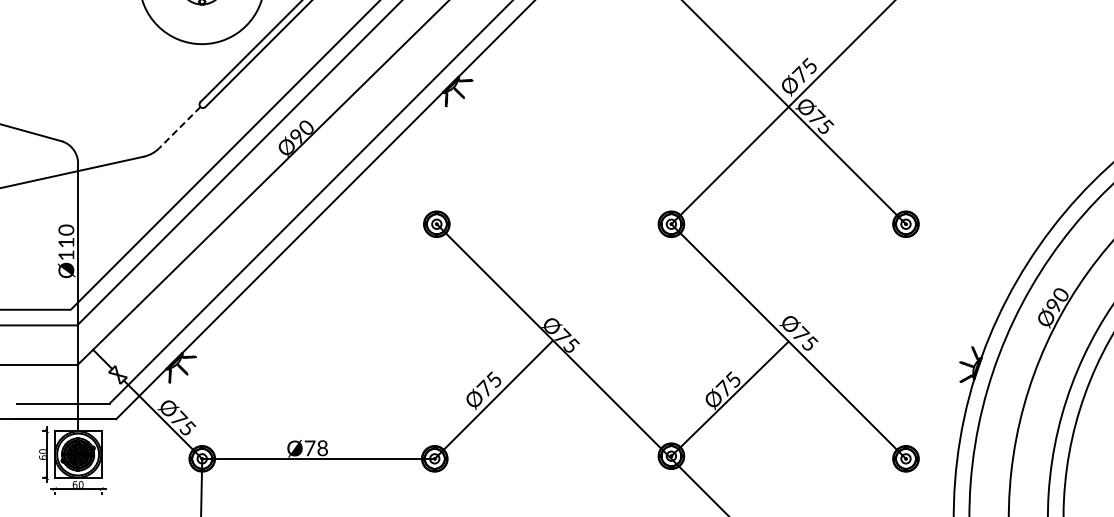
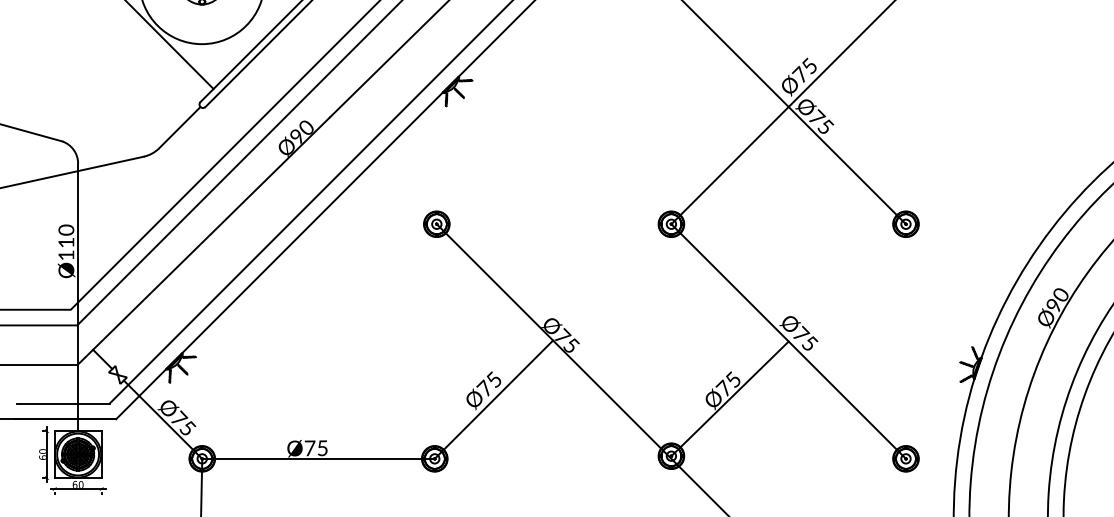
line at (170, 45): none -> present
line at (179, 128): dashed -> solid
text at (322, 448): Ø78 -> Ø75
